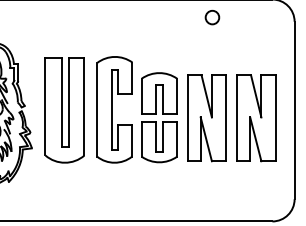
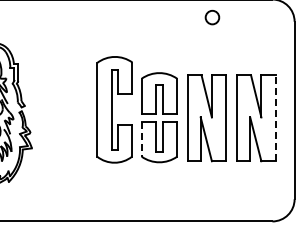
part at (64, 110): present -> none
line at (275, 118): solid -> dashed
line at (141, 140): solid -> dashed
